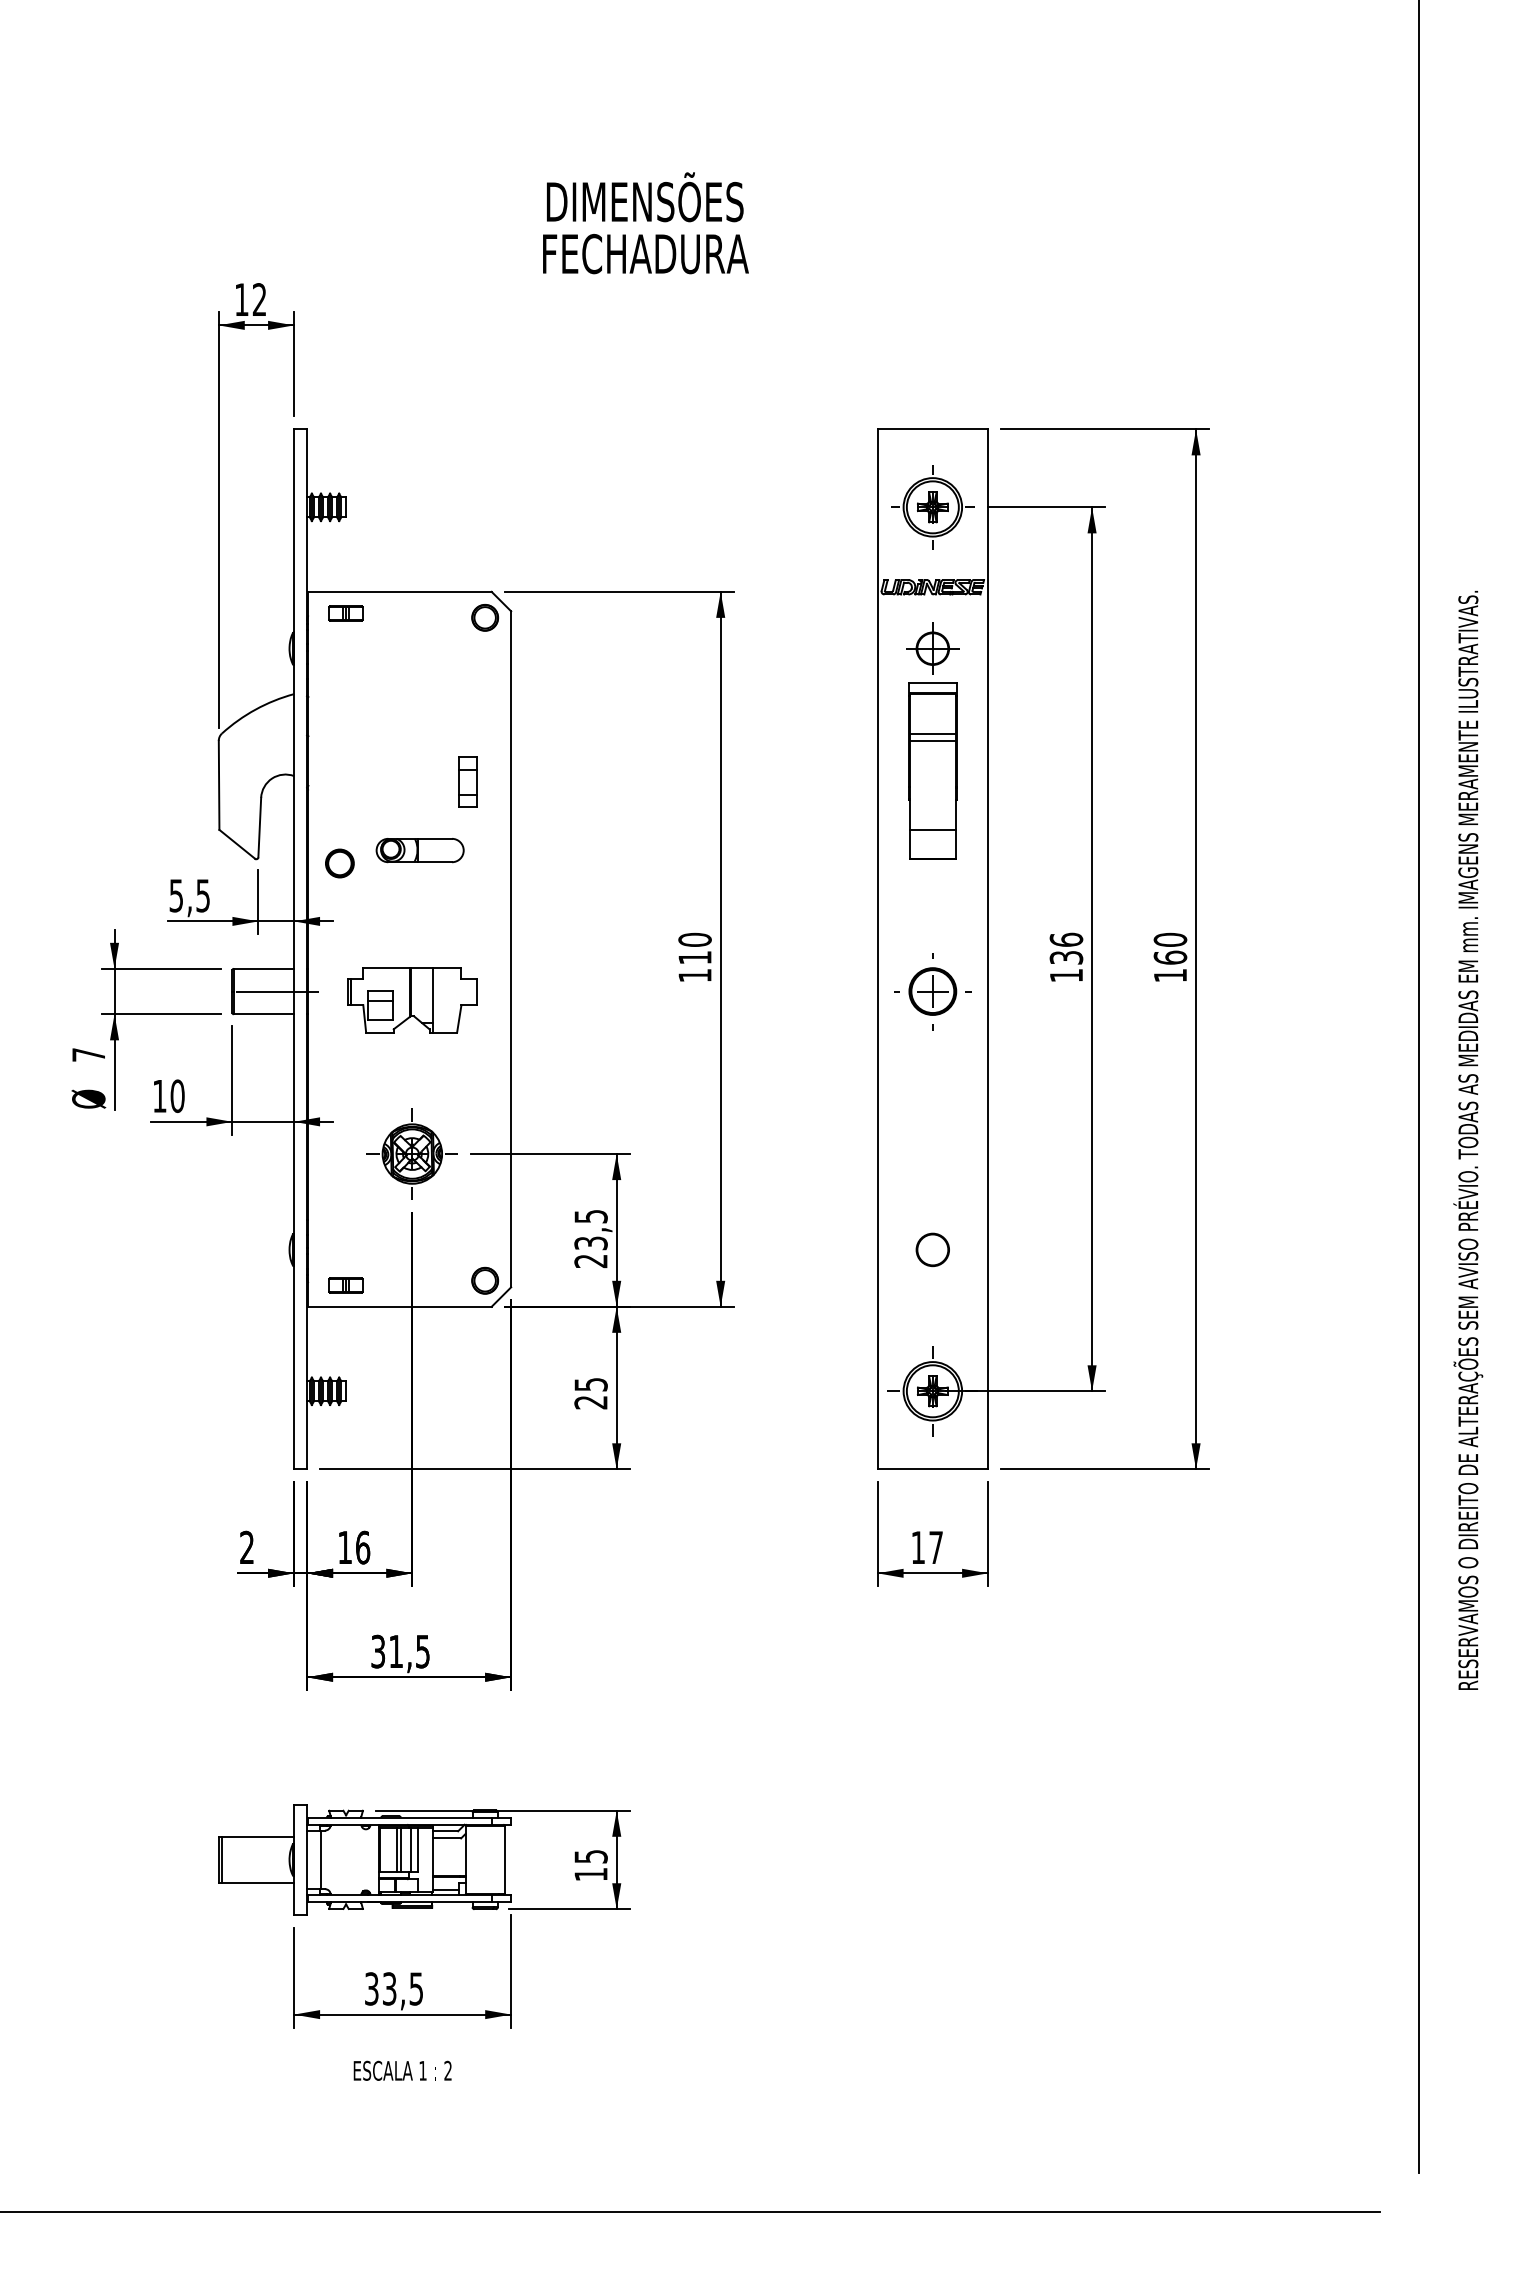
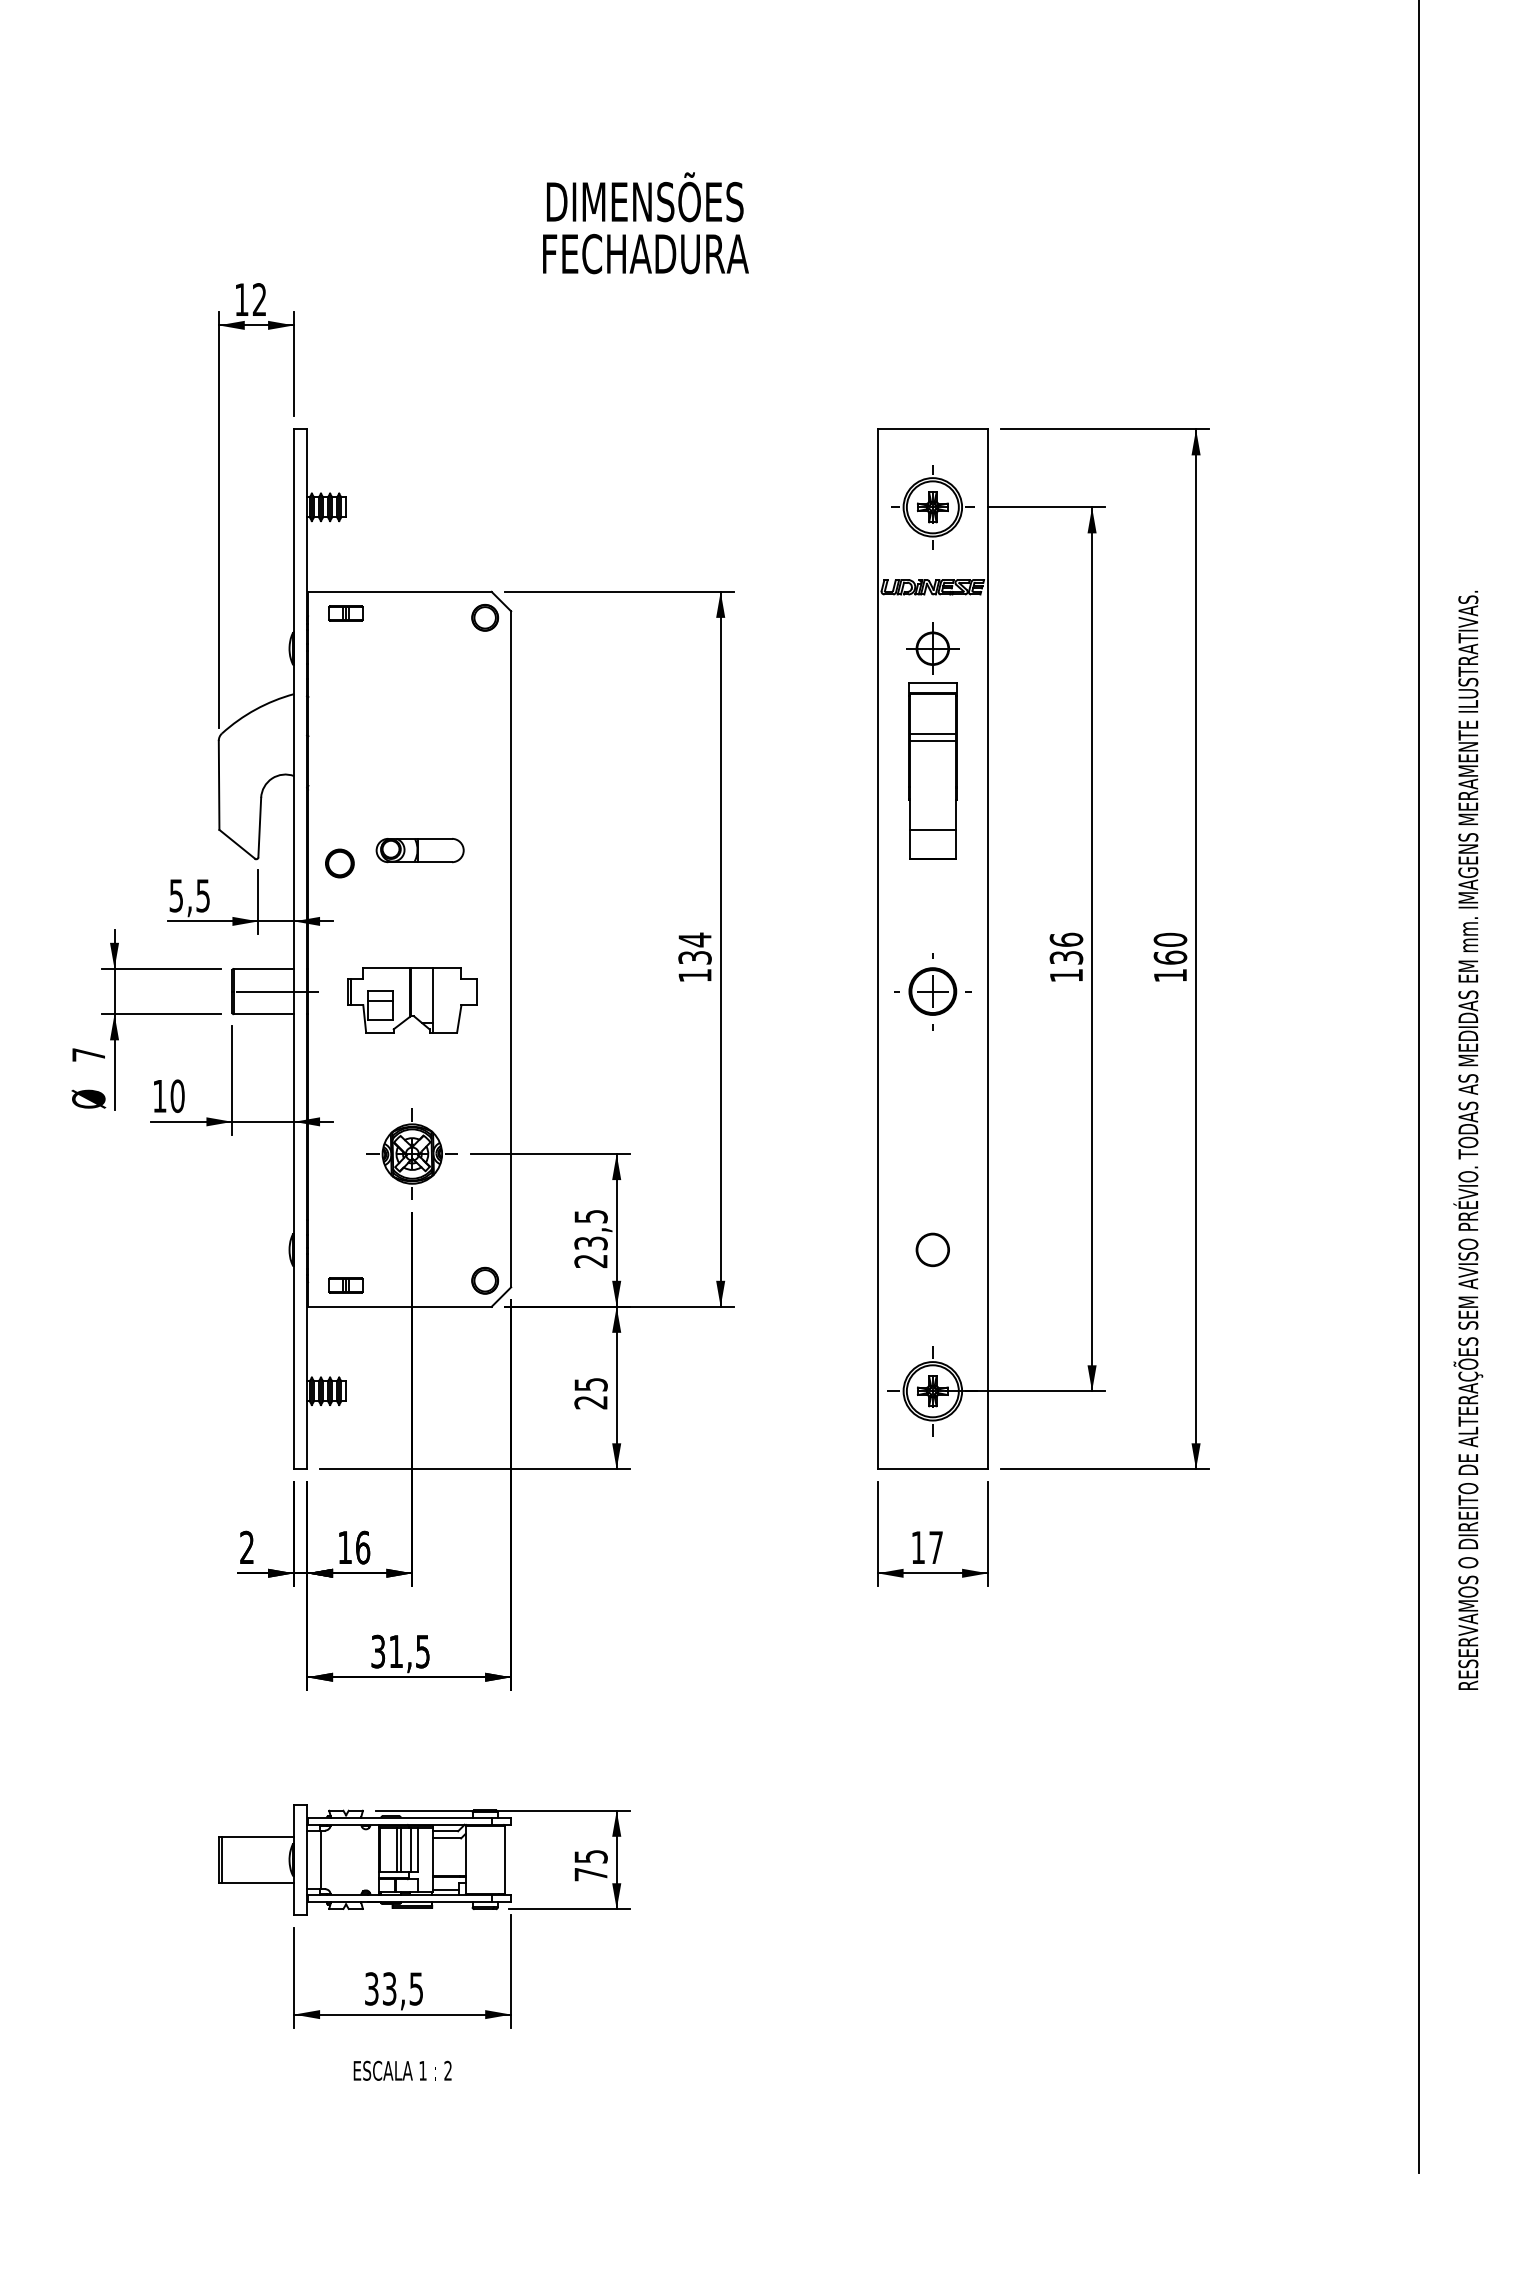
part at (467, 781): present -> none
text at (694, 948): 110 -> 134
text at (590, 1874): 15 -> 75
line at (690, 2211): present -> none
